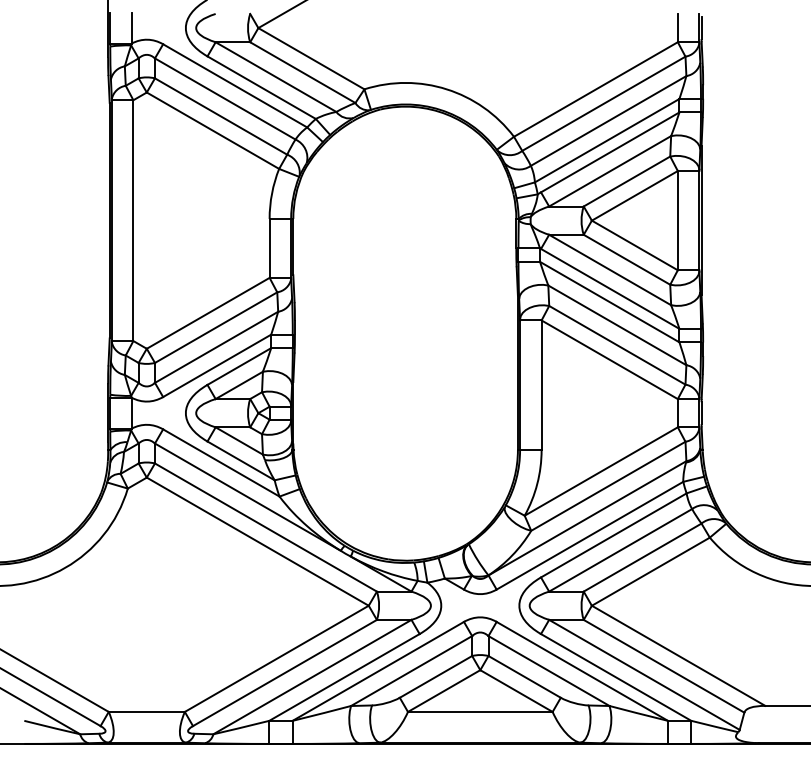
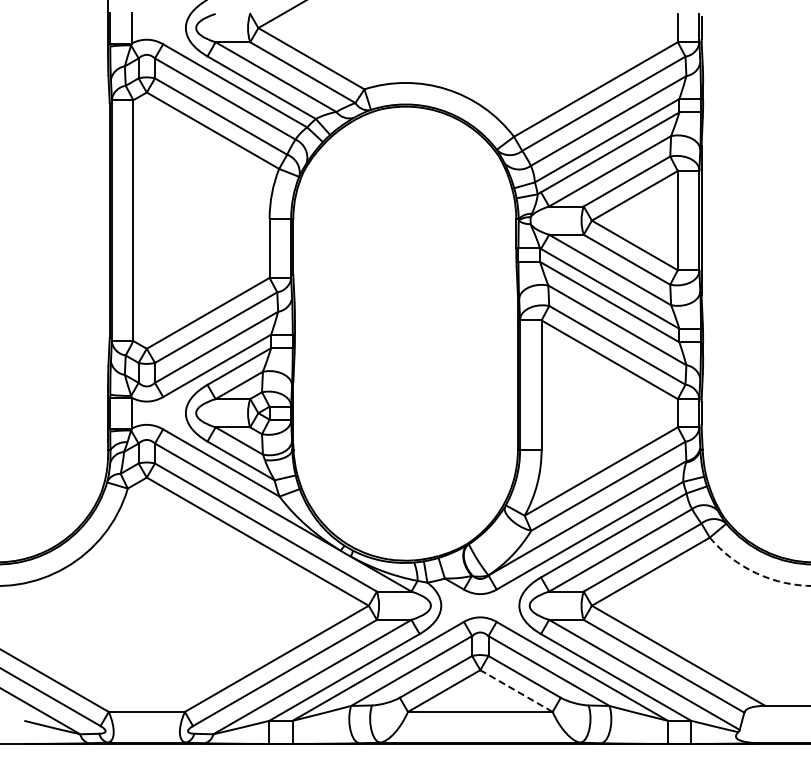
arc at (755, 572): solid -> dashed
line at (516, 691): solid -> dashed
